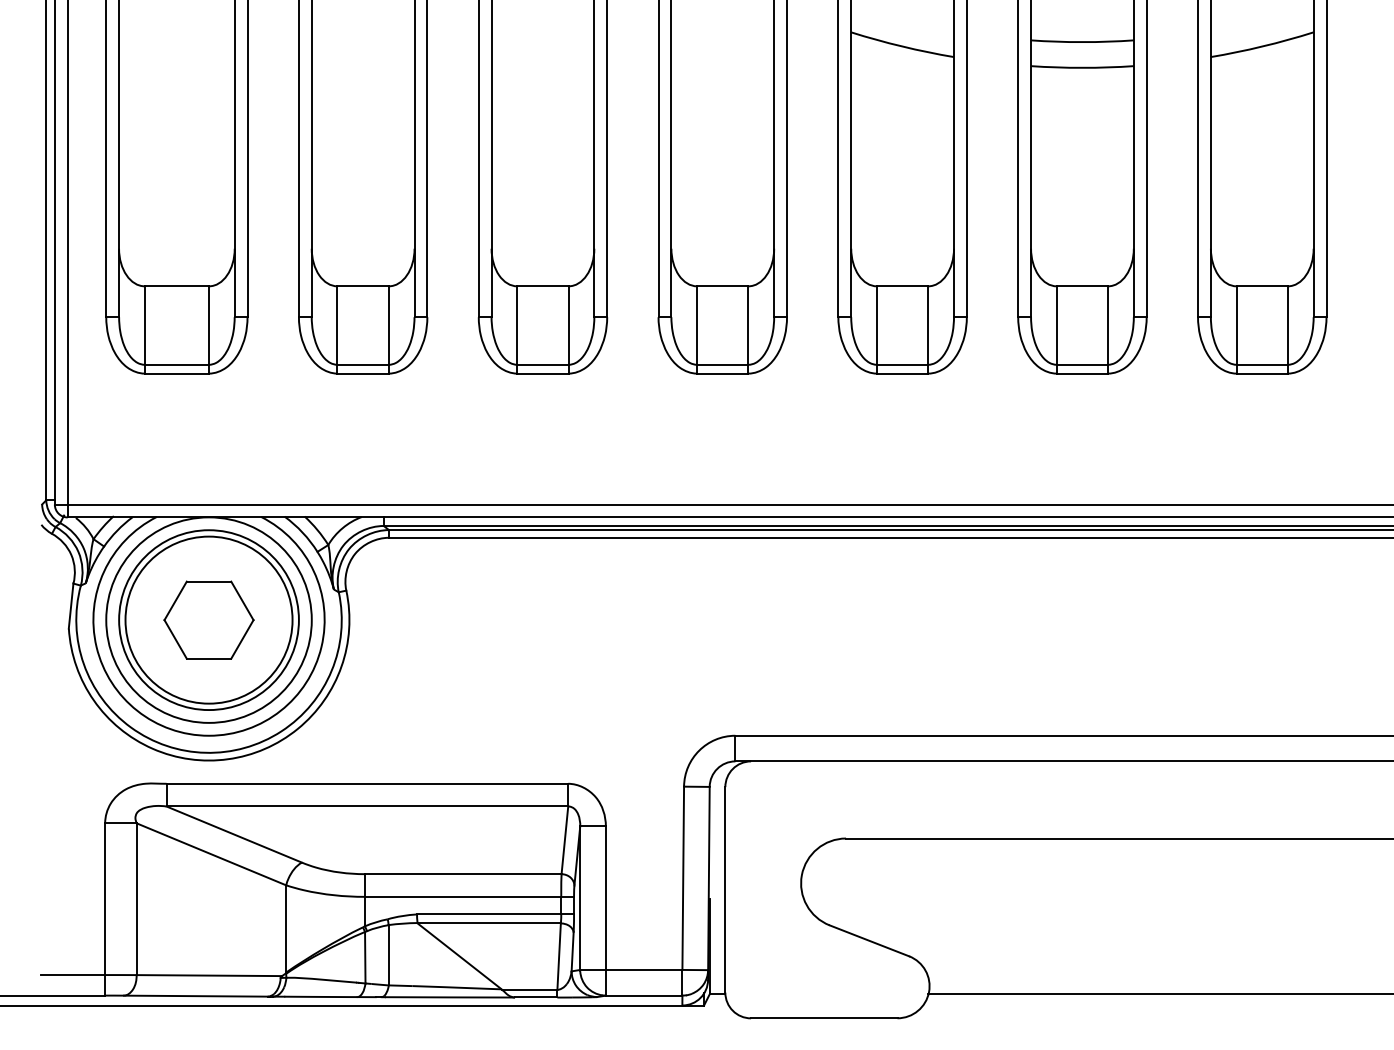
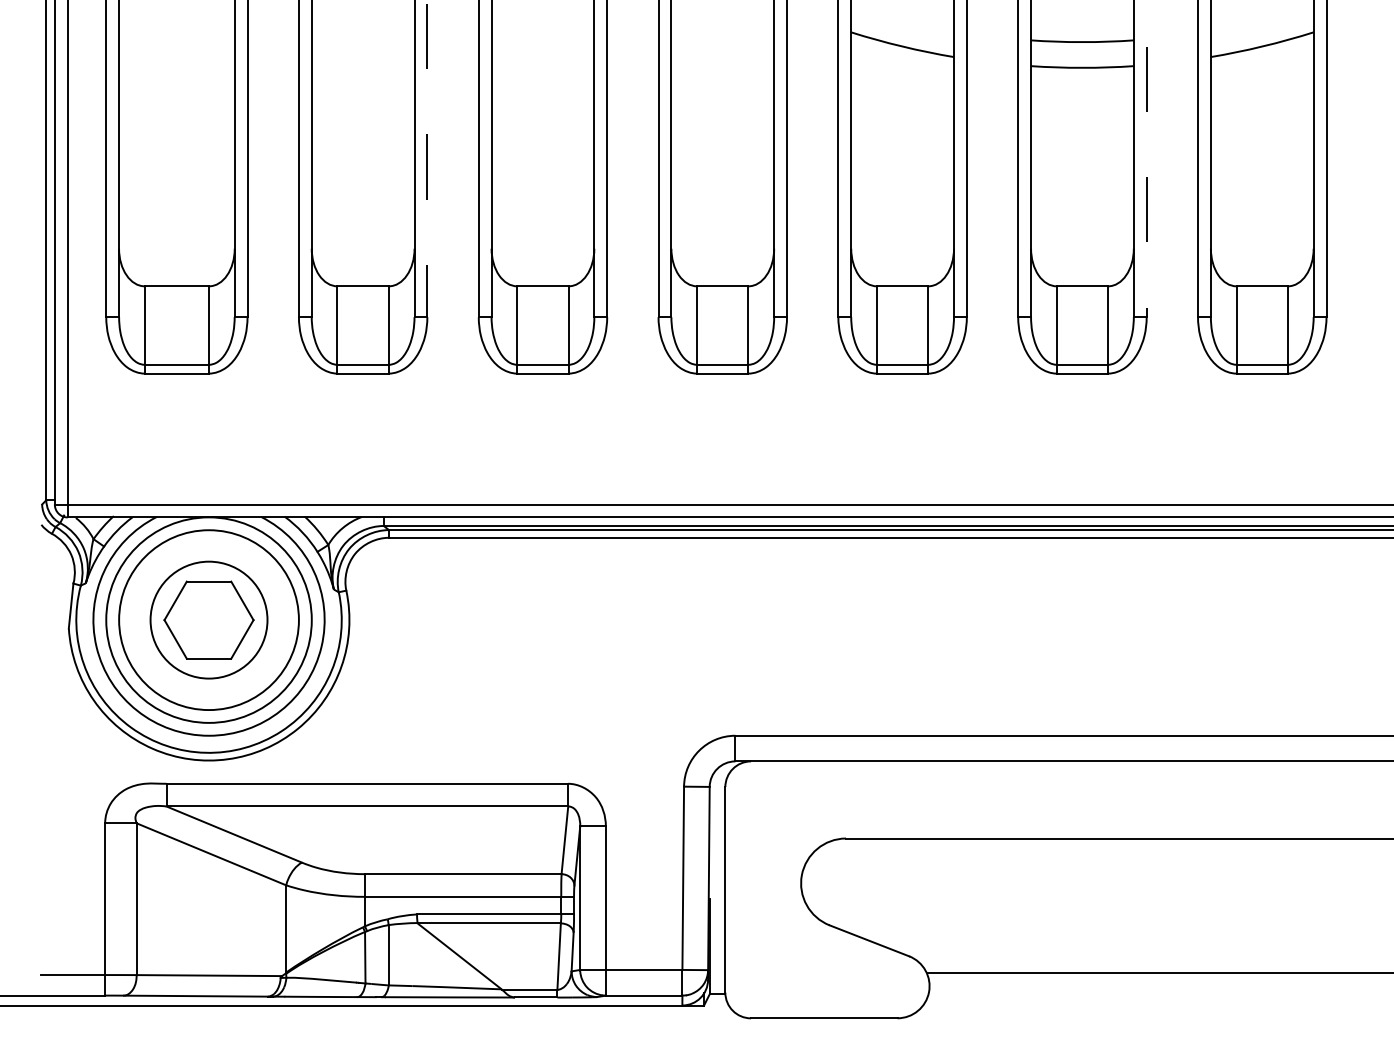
line at (427, 159): solid -> dashed
line at (1146, 159): solid -> dashed
circle at (208, 619) diameter: 167 px -> 117 px
line at (1159, 993) position: (1159, 993) -> (1159, 972)
